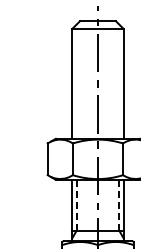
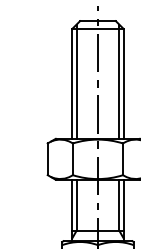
line at (76, 81): none -> present
line at (119, 81): none -> present
line at (76, 205): dashed -> solid
line at (119, 205): dashed -> solid
